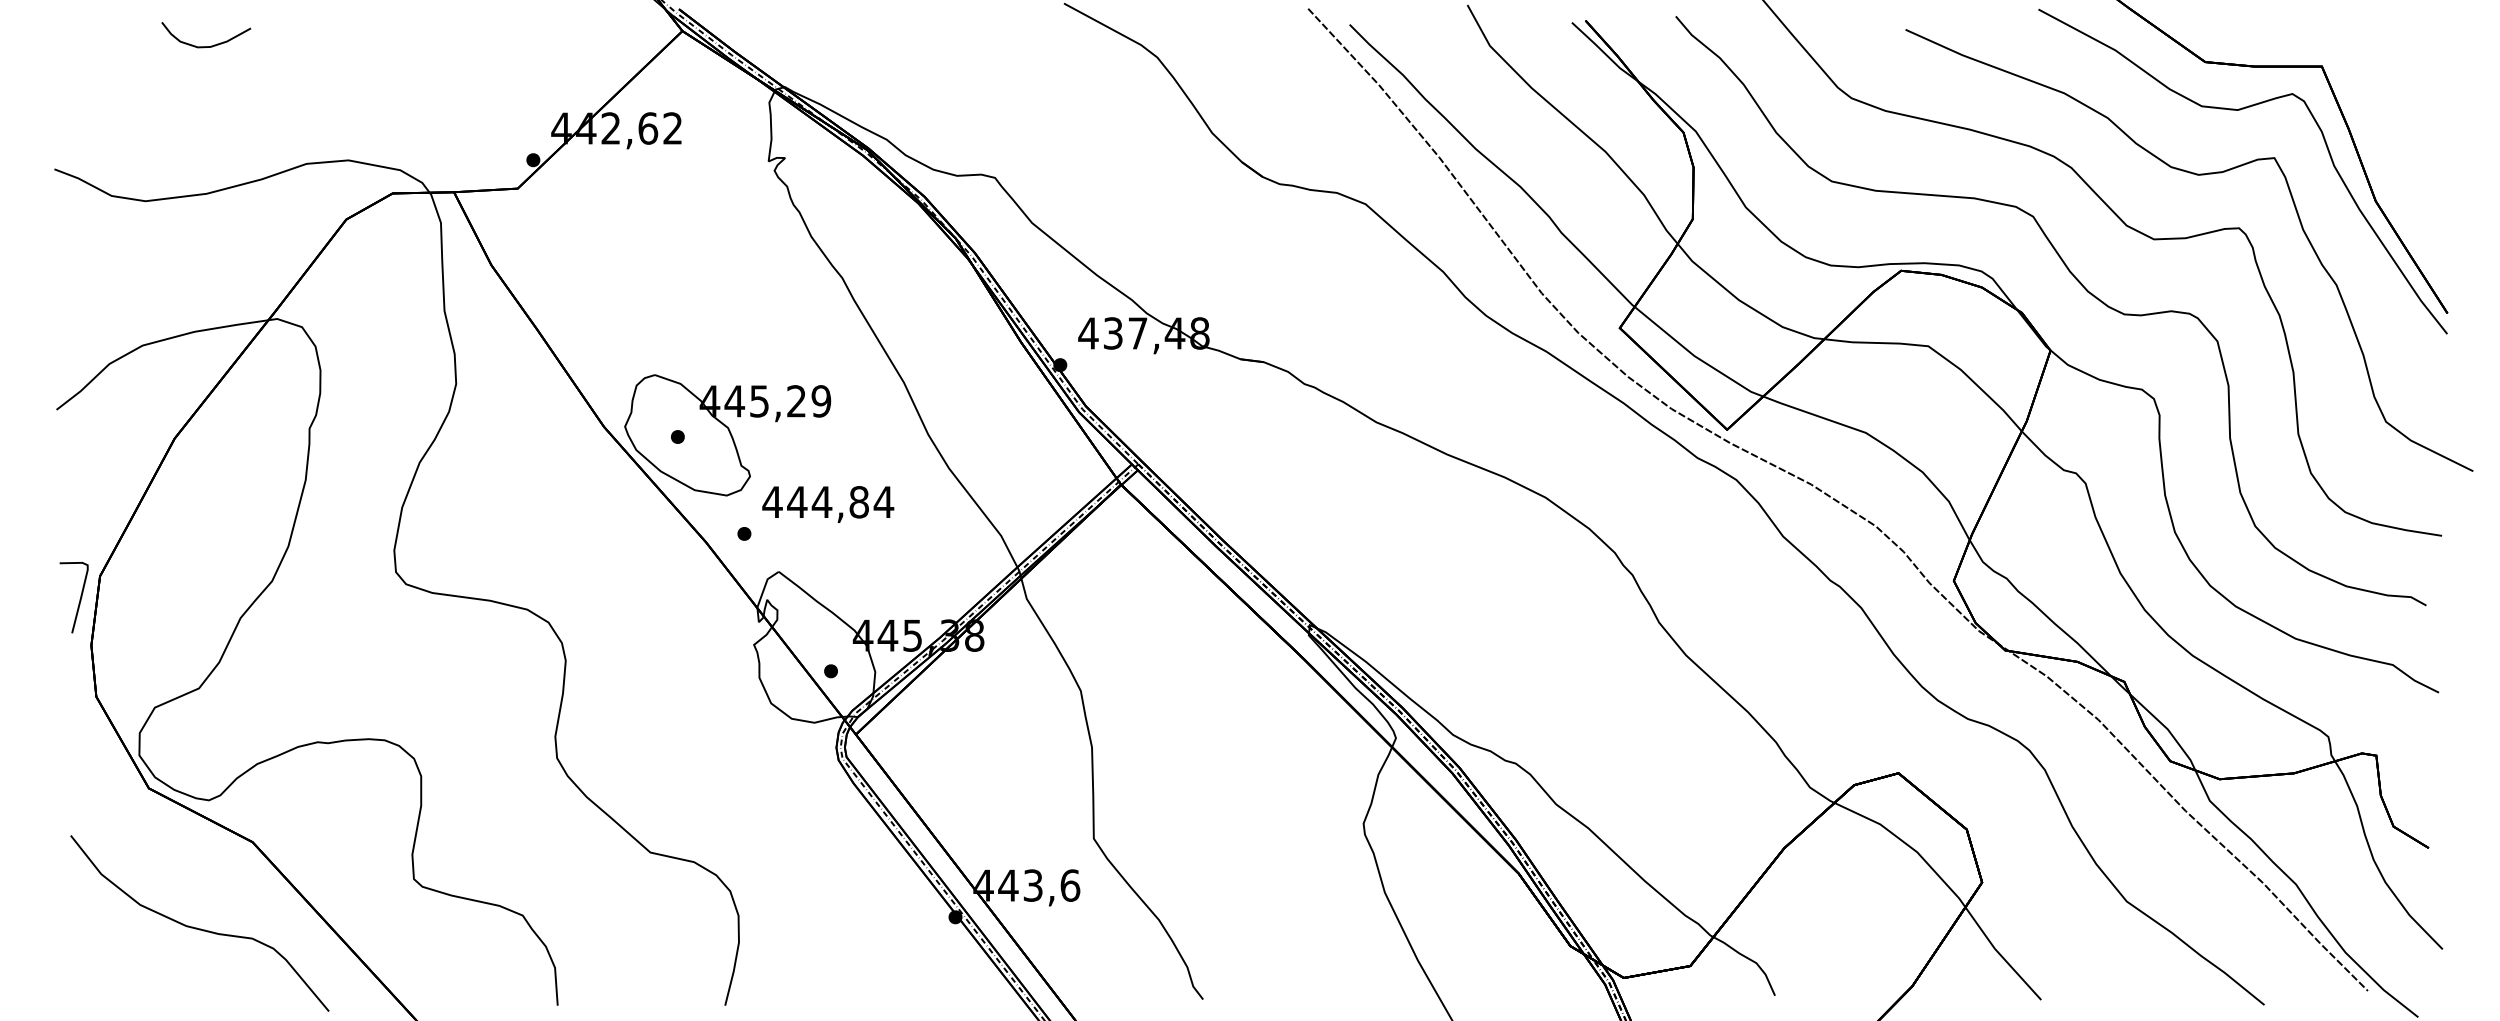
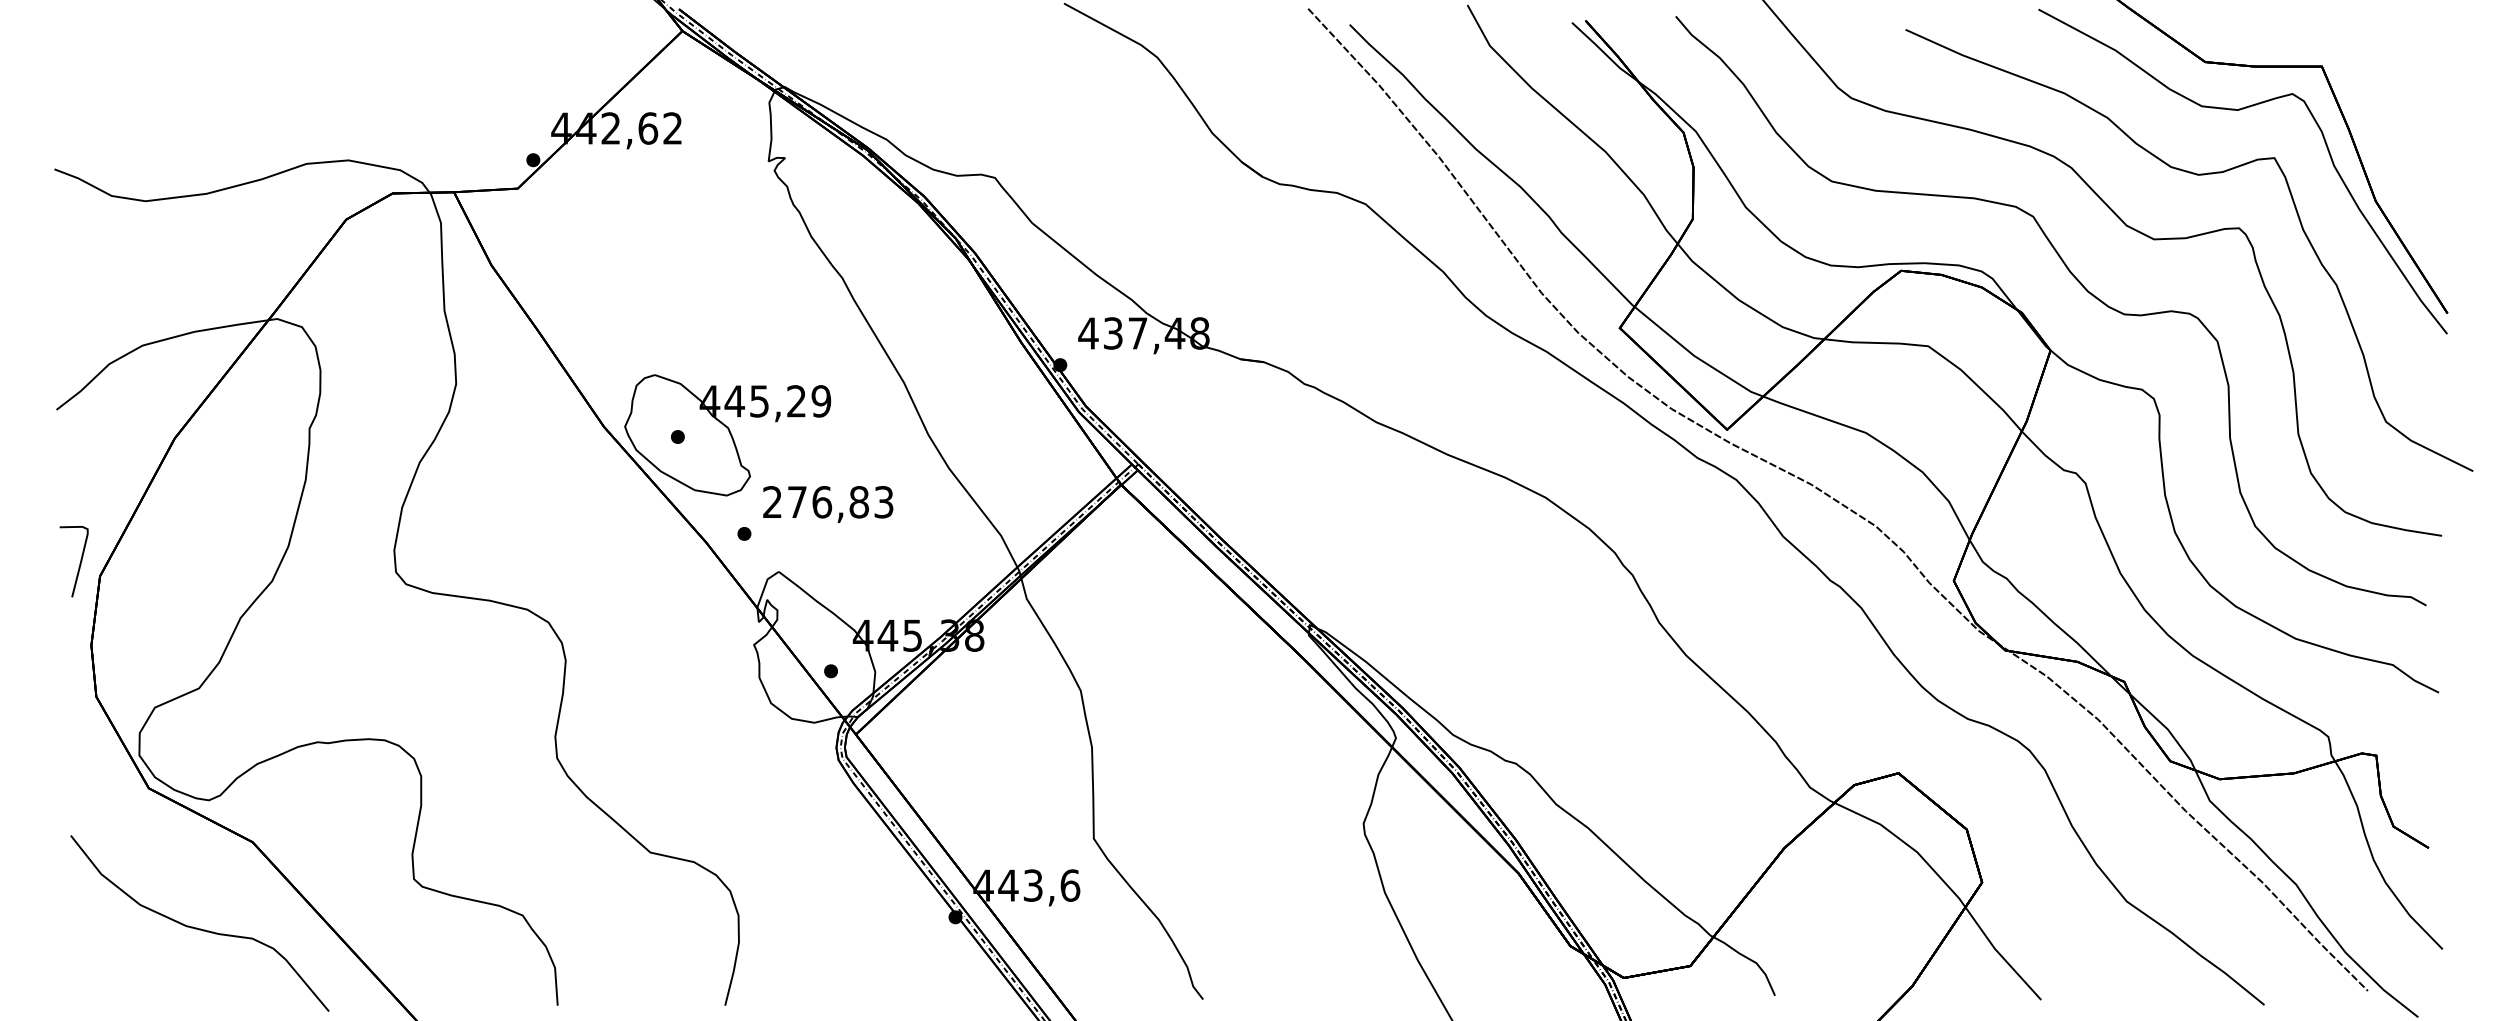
curve at (206, 46): present -> none
text at (828, 502): 444,84 -> 276,83
curve at (79, 599) position: (79, 599) -> (79, 563)
